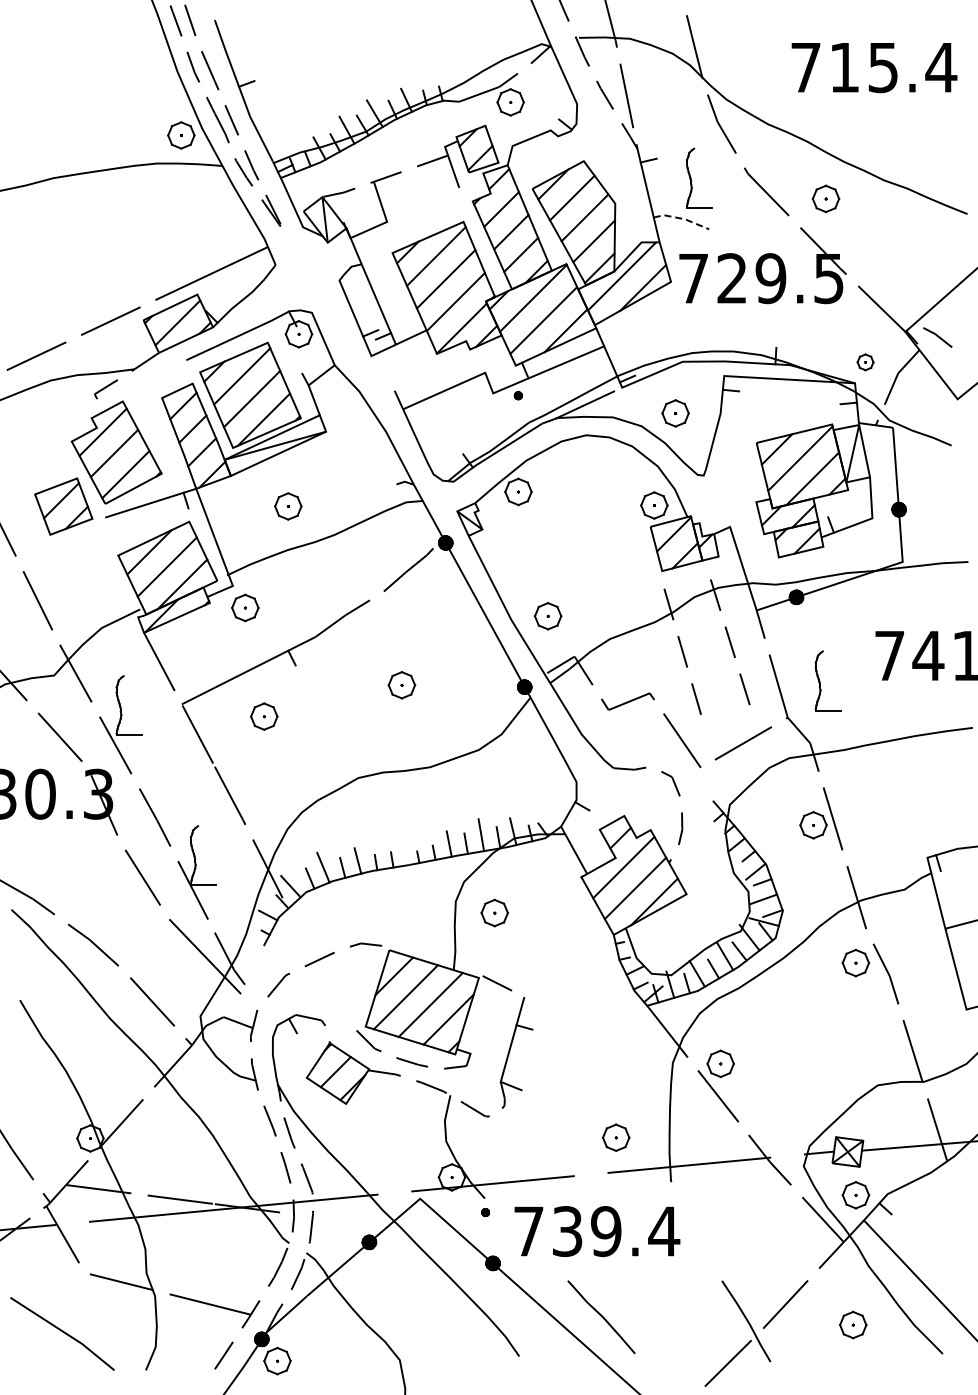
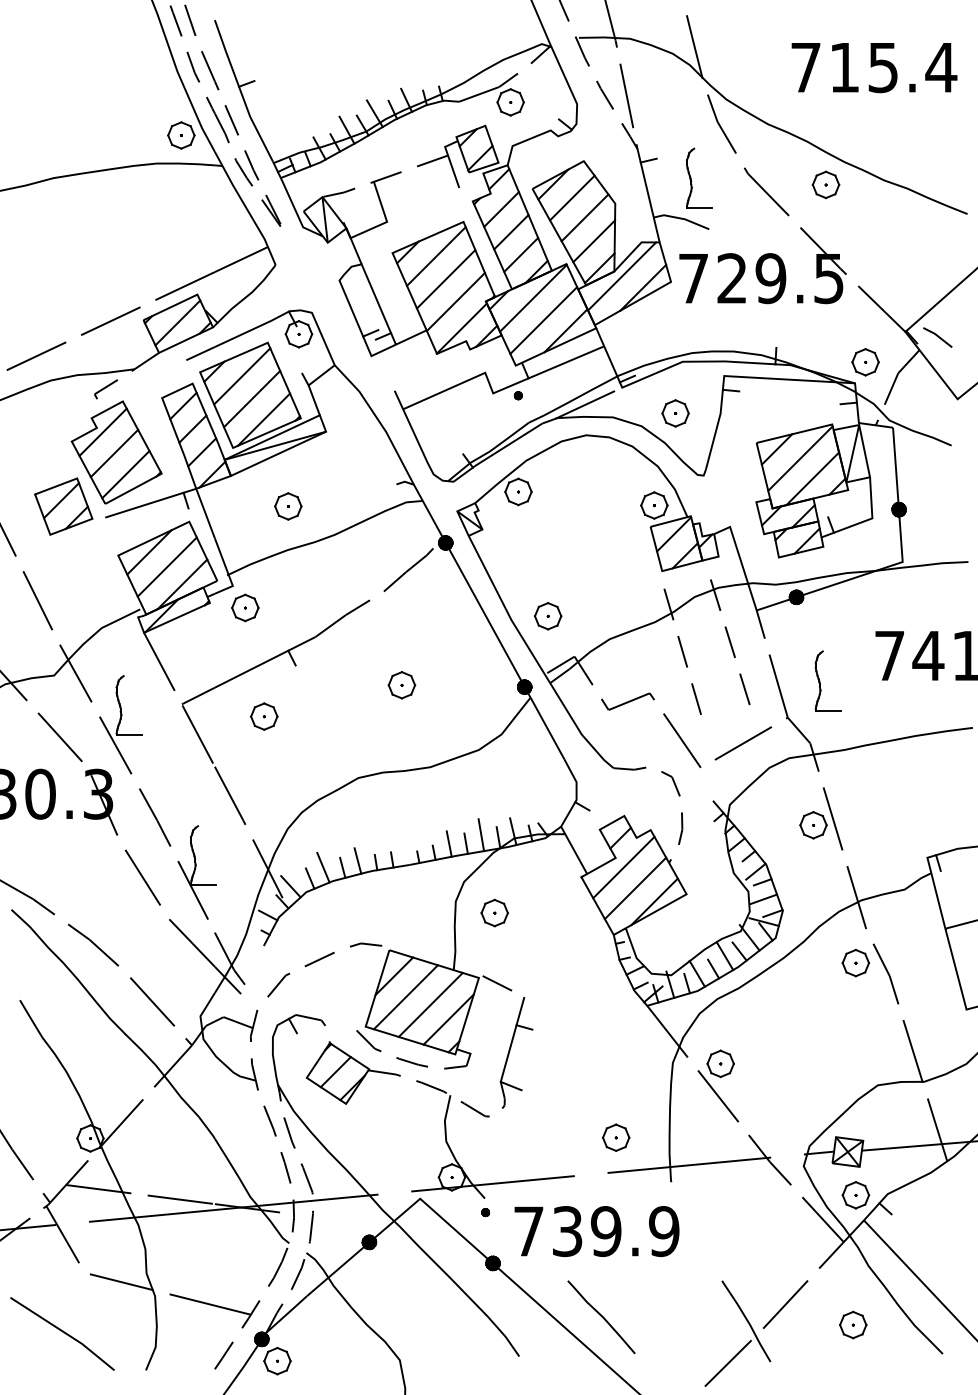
part at (825, 198) position: (825, 198) -> (825, 184)
line at (682, 218): dashed -> solid
part at (865, 362) size: 19x19 px -> 29x29 px
text at (664, 1231): 739.4 -> 739.9
